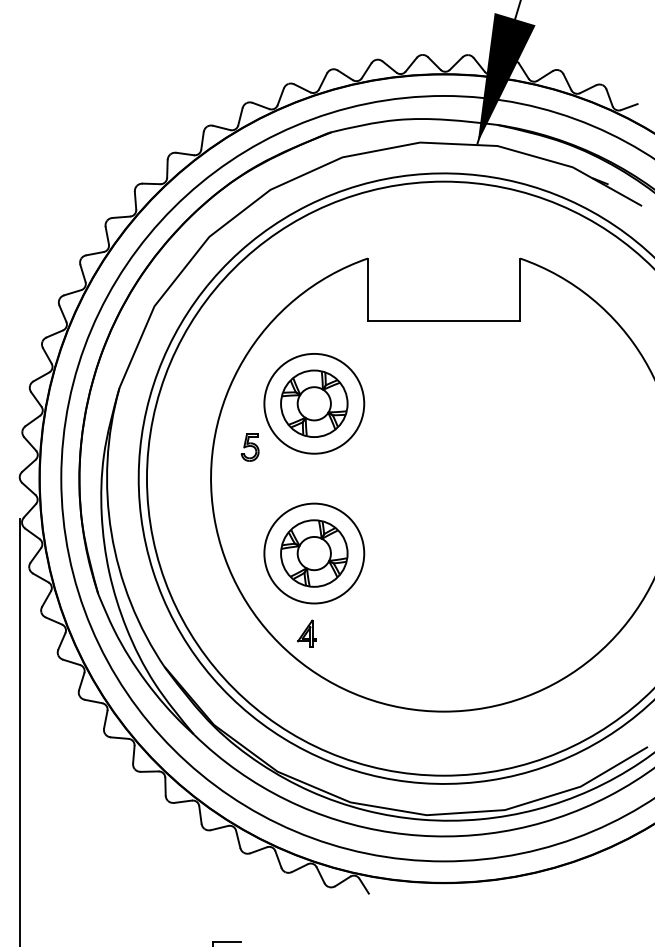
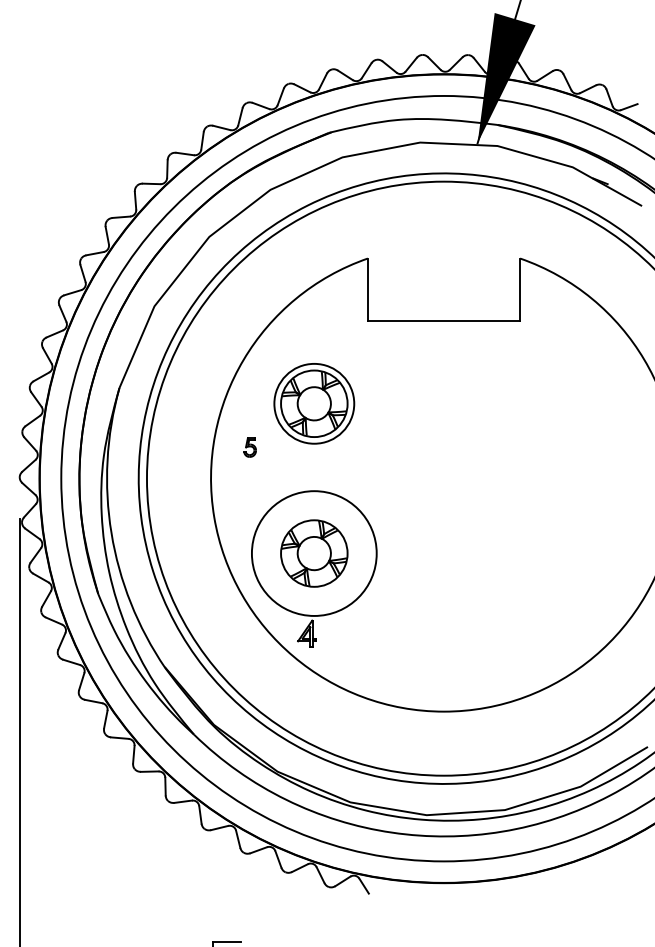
circle at (314, 403) diameter: 100 px -> 80 px
part at (249, 447) size: 20x29 px -> 14x21 px
circle at (314, 553) diameter: 100 px -> 125 px
